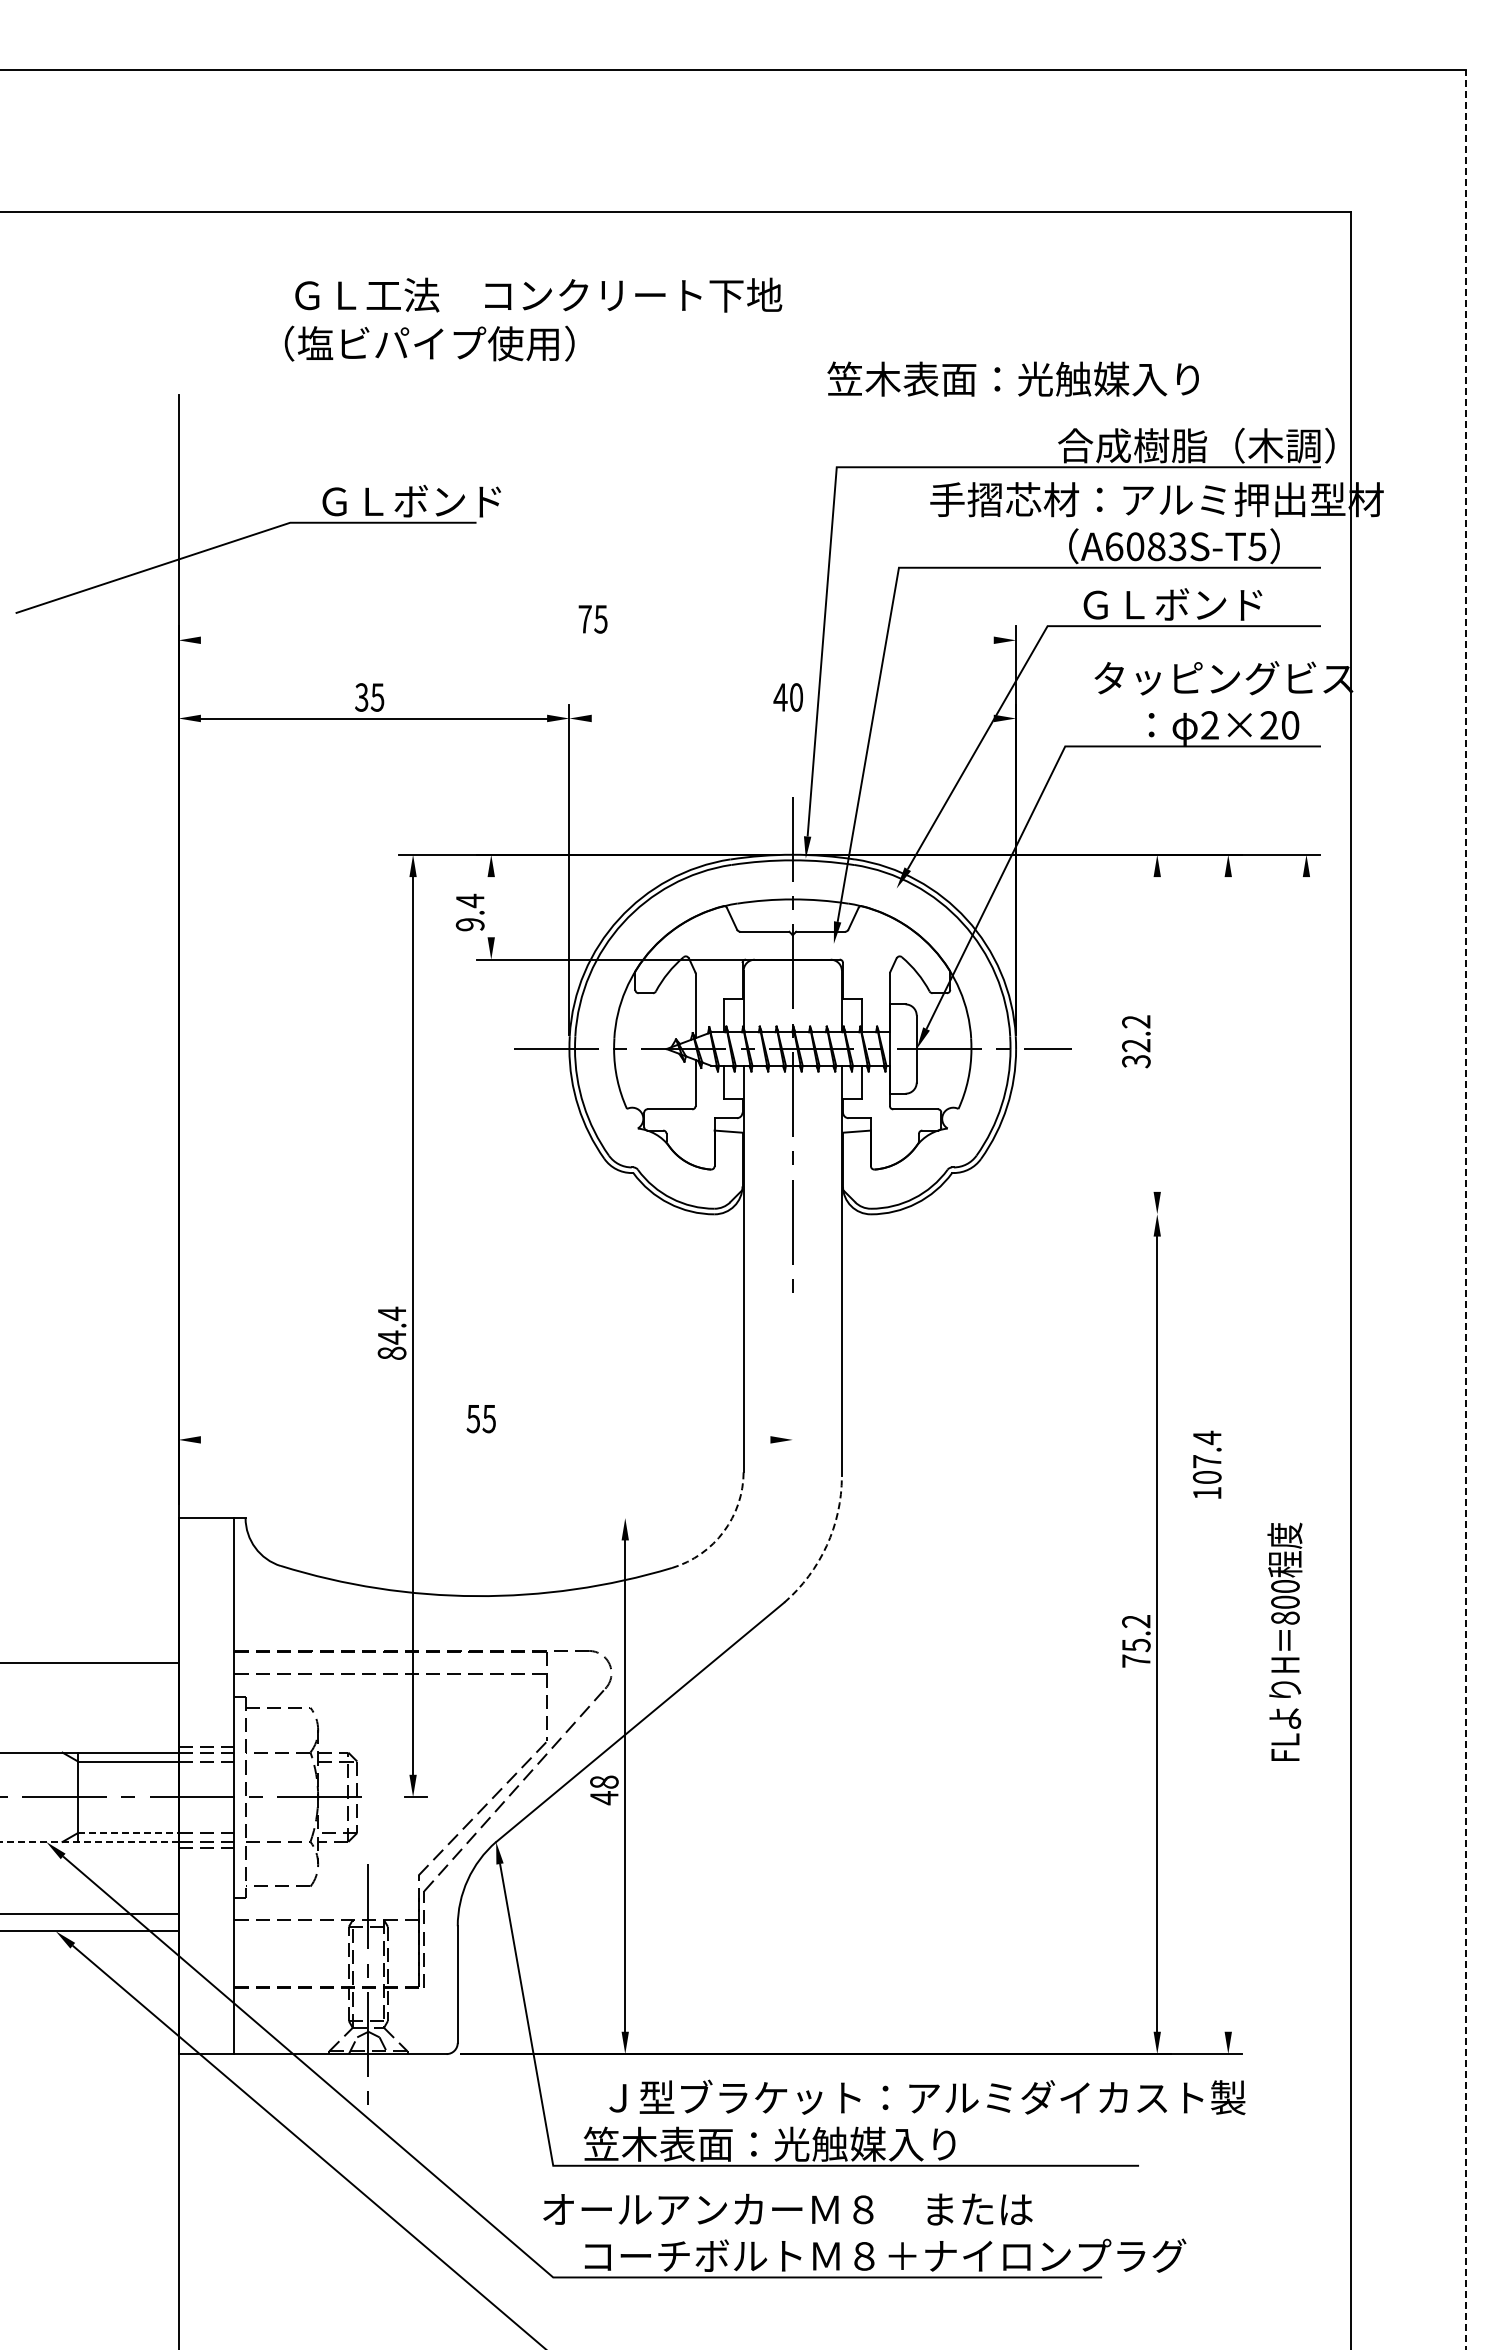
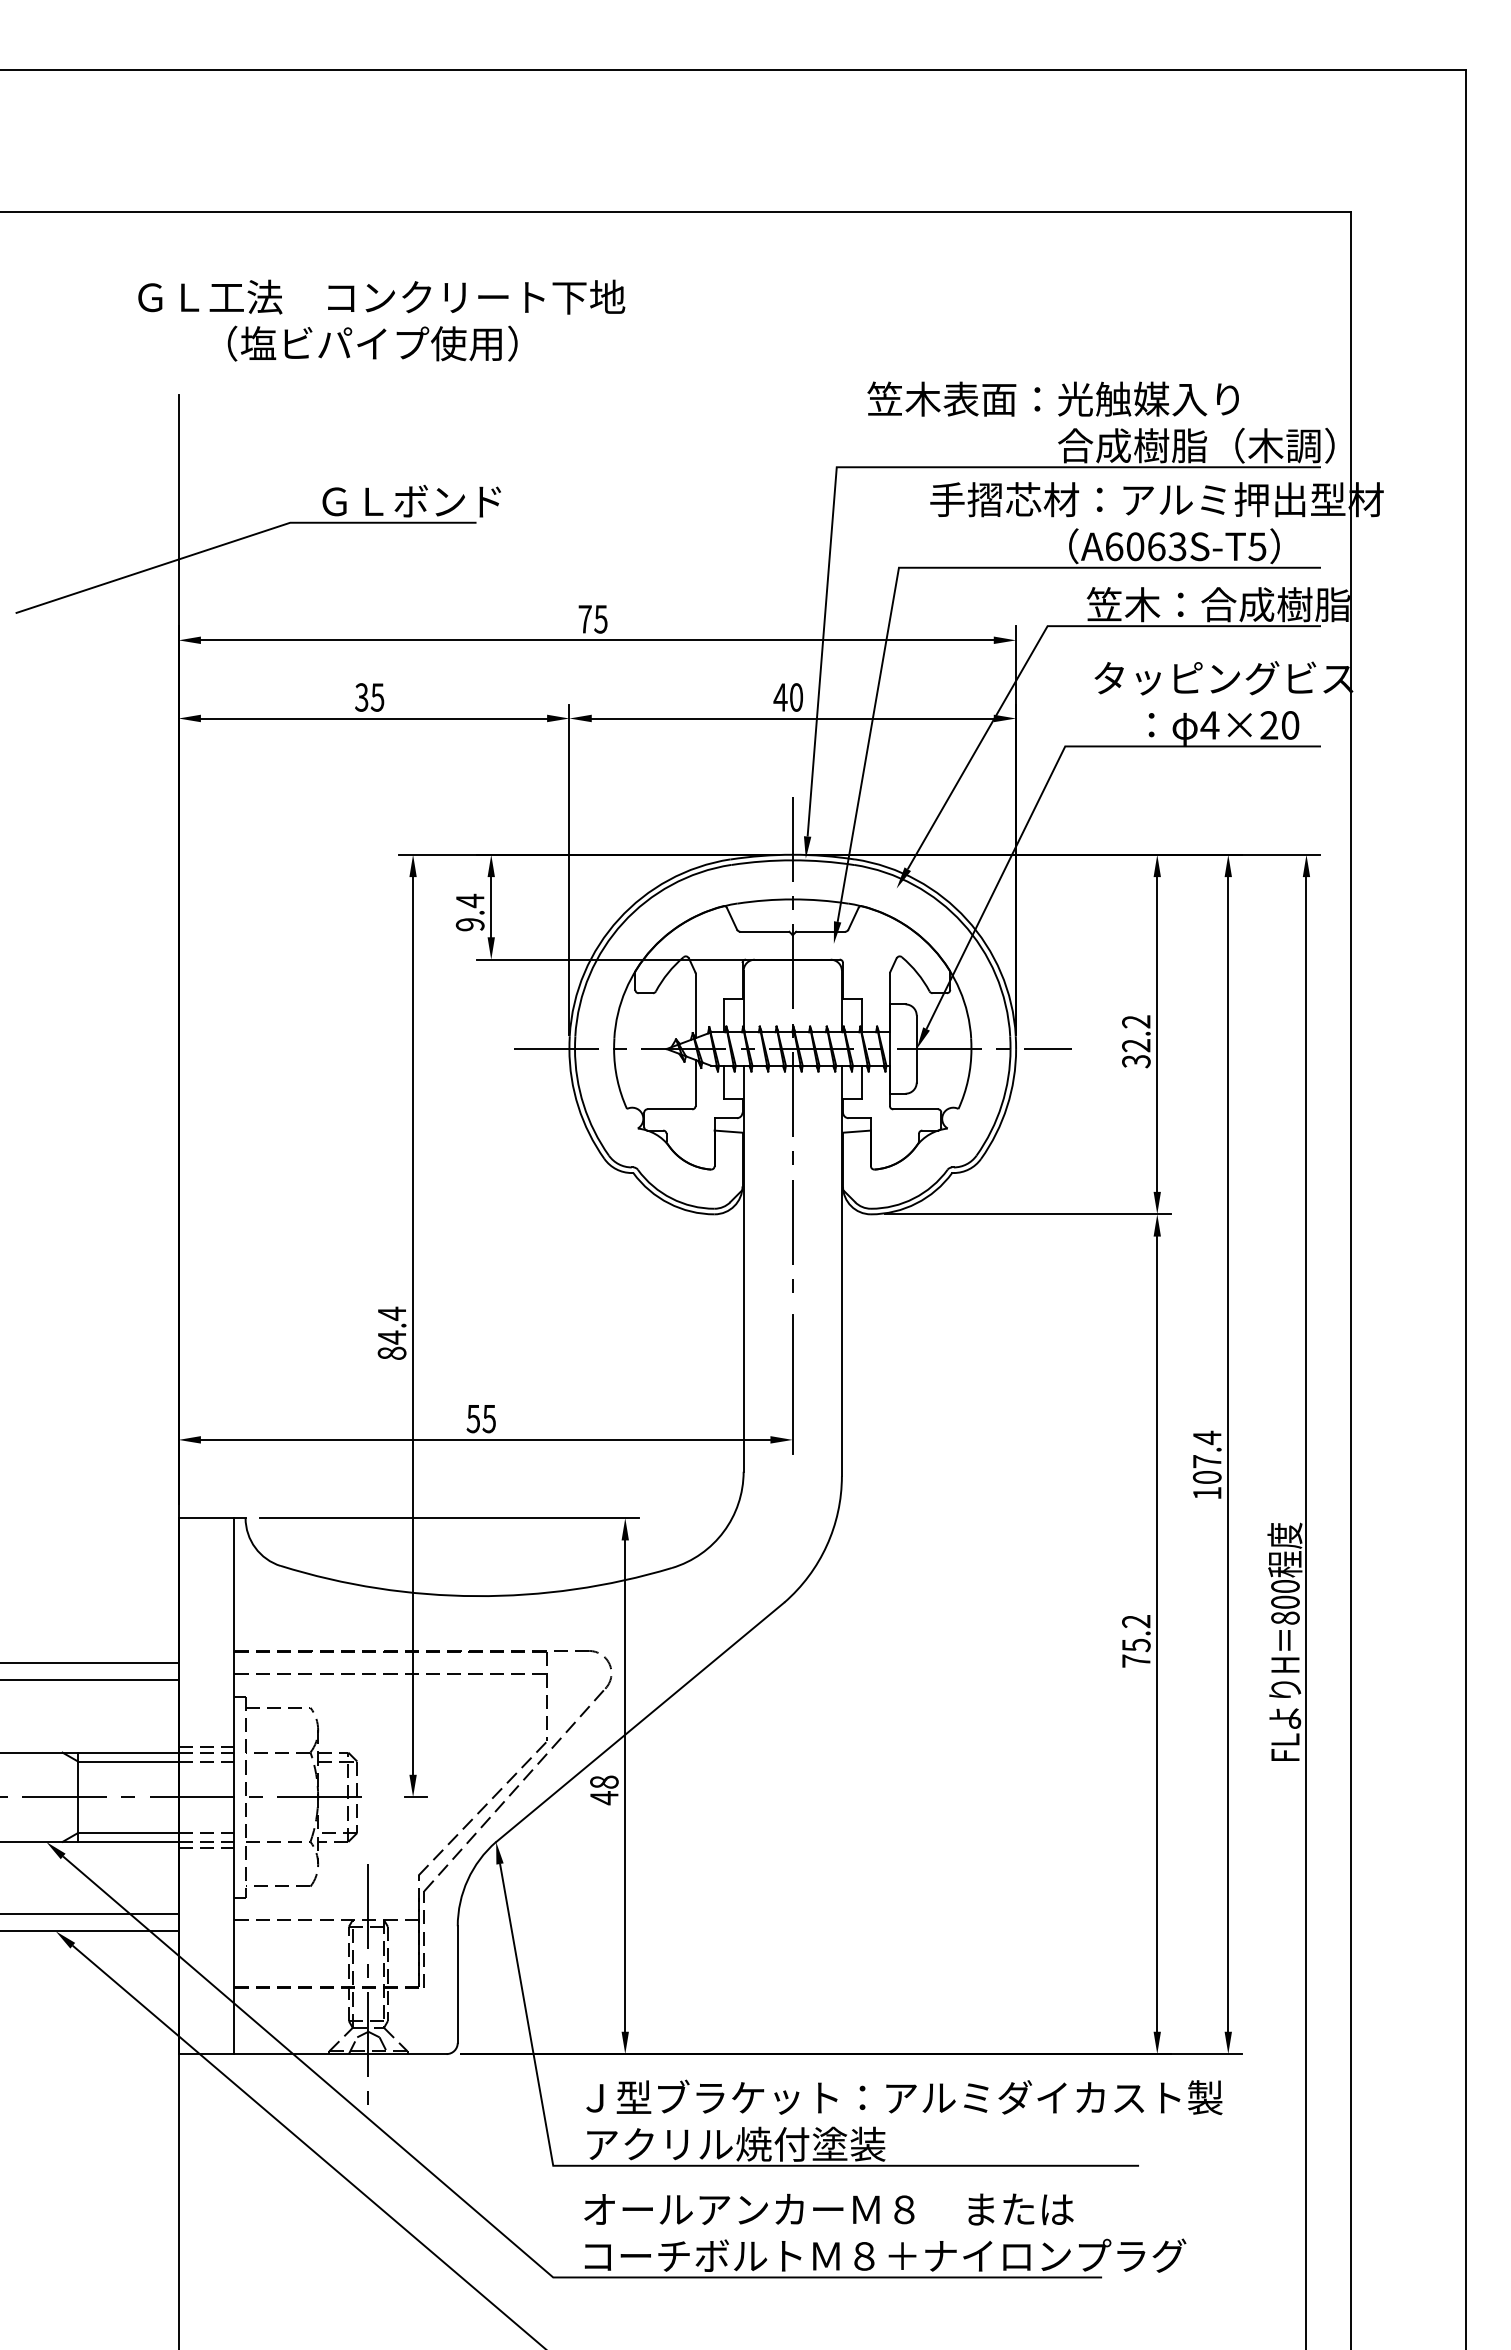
text at (538, 294) position: (538, 294) -> (381, 296)
text at (429, 343) position: (429, 343) -> (372, 343)
text at (1012, 378) position: (1012, 378) -> (1052, 398)
text at (1156, 546): A6083S-T5 -> A6063S-T5
text at (1216, 604): ＧＬボンド -> 笠木：合成樹脂
line at (596, 640): none -> present
line at (792, 718): none -> present
text at (1209, 725): 2×20 -> 4×20
line at (491, 907): none -> present
line at (1157, 1034): none -> present
line at (1465, 1209): dashed -> solid
line at (1027, 1214): none -> present
line at (792, 1384): none -> present
line at (485, 1439): none -> present
line at (1228, 1454): none -> present
line at (449, 1518): none -> present
arc at (723, 1531): dashed -> solid
arc at (826, 1545): dashed -> solid
line at (1306, 1611): none -> present
line at (90, 1679): none -> present
line at (128, 1833): dashed -> solid
line at (89, 1841): dashed -> solid
text at (927, 2096) position: (927, 2096) -> (904, 2096)
text at (769, 2143): 笠木表面：光触媒入り -> アクリル焼付塗装
text at (787, 2209) position: (787, 2209) -> (828, 2209)
